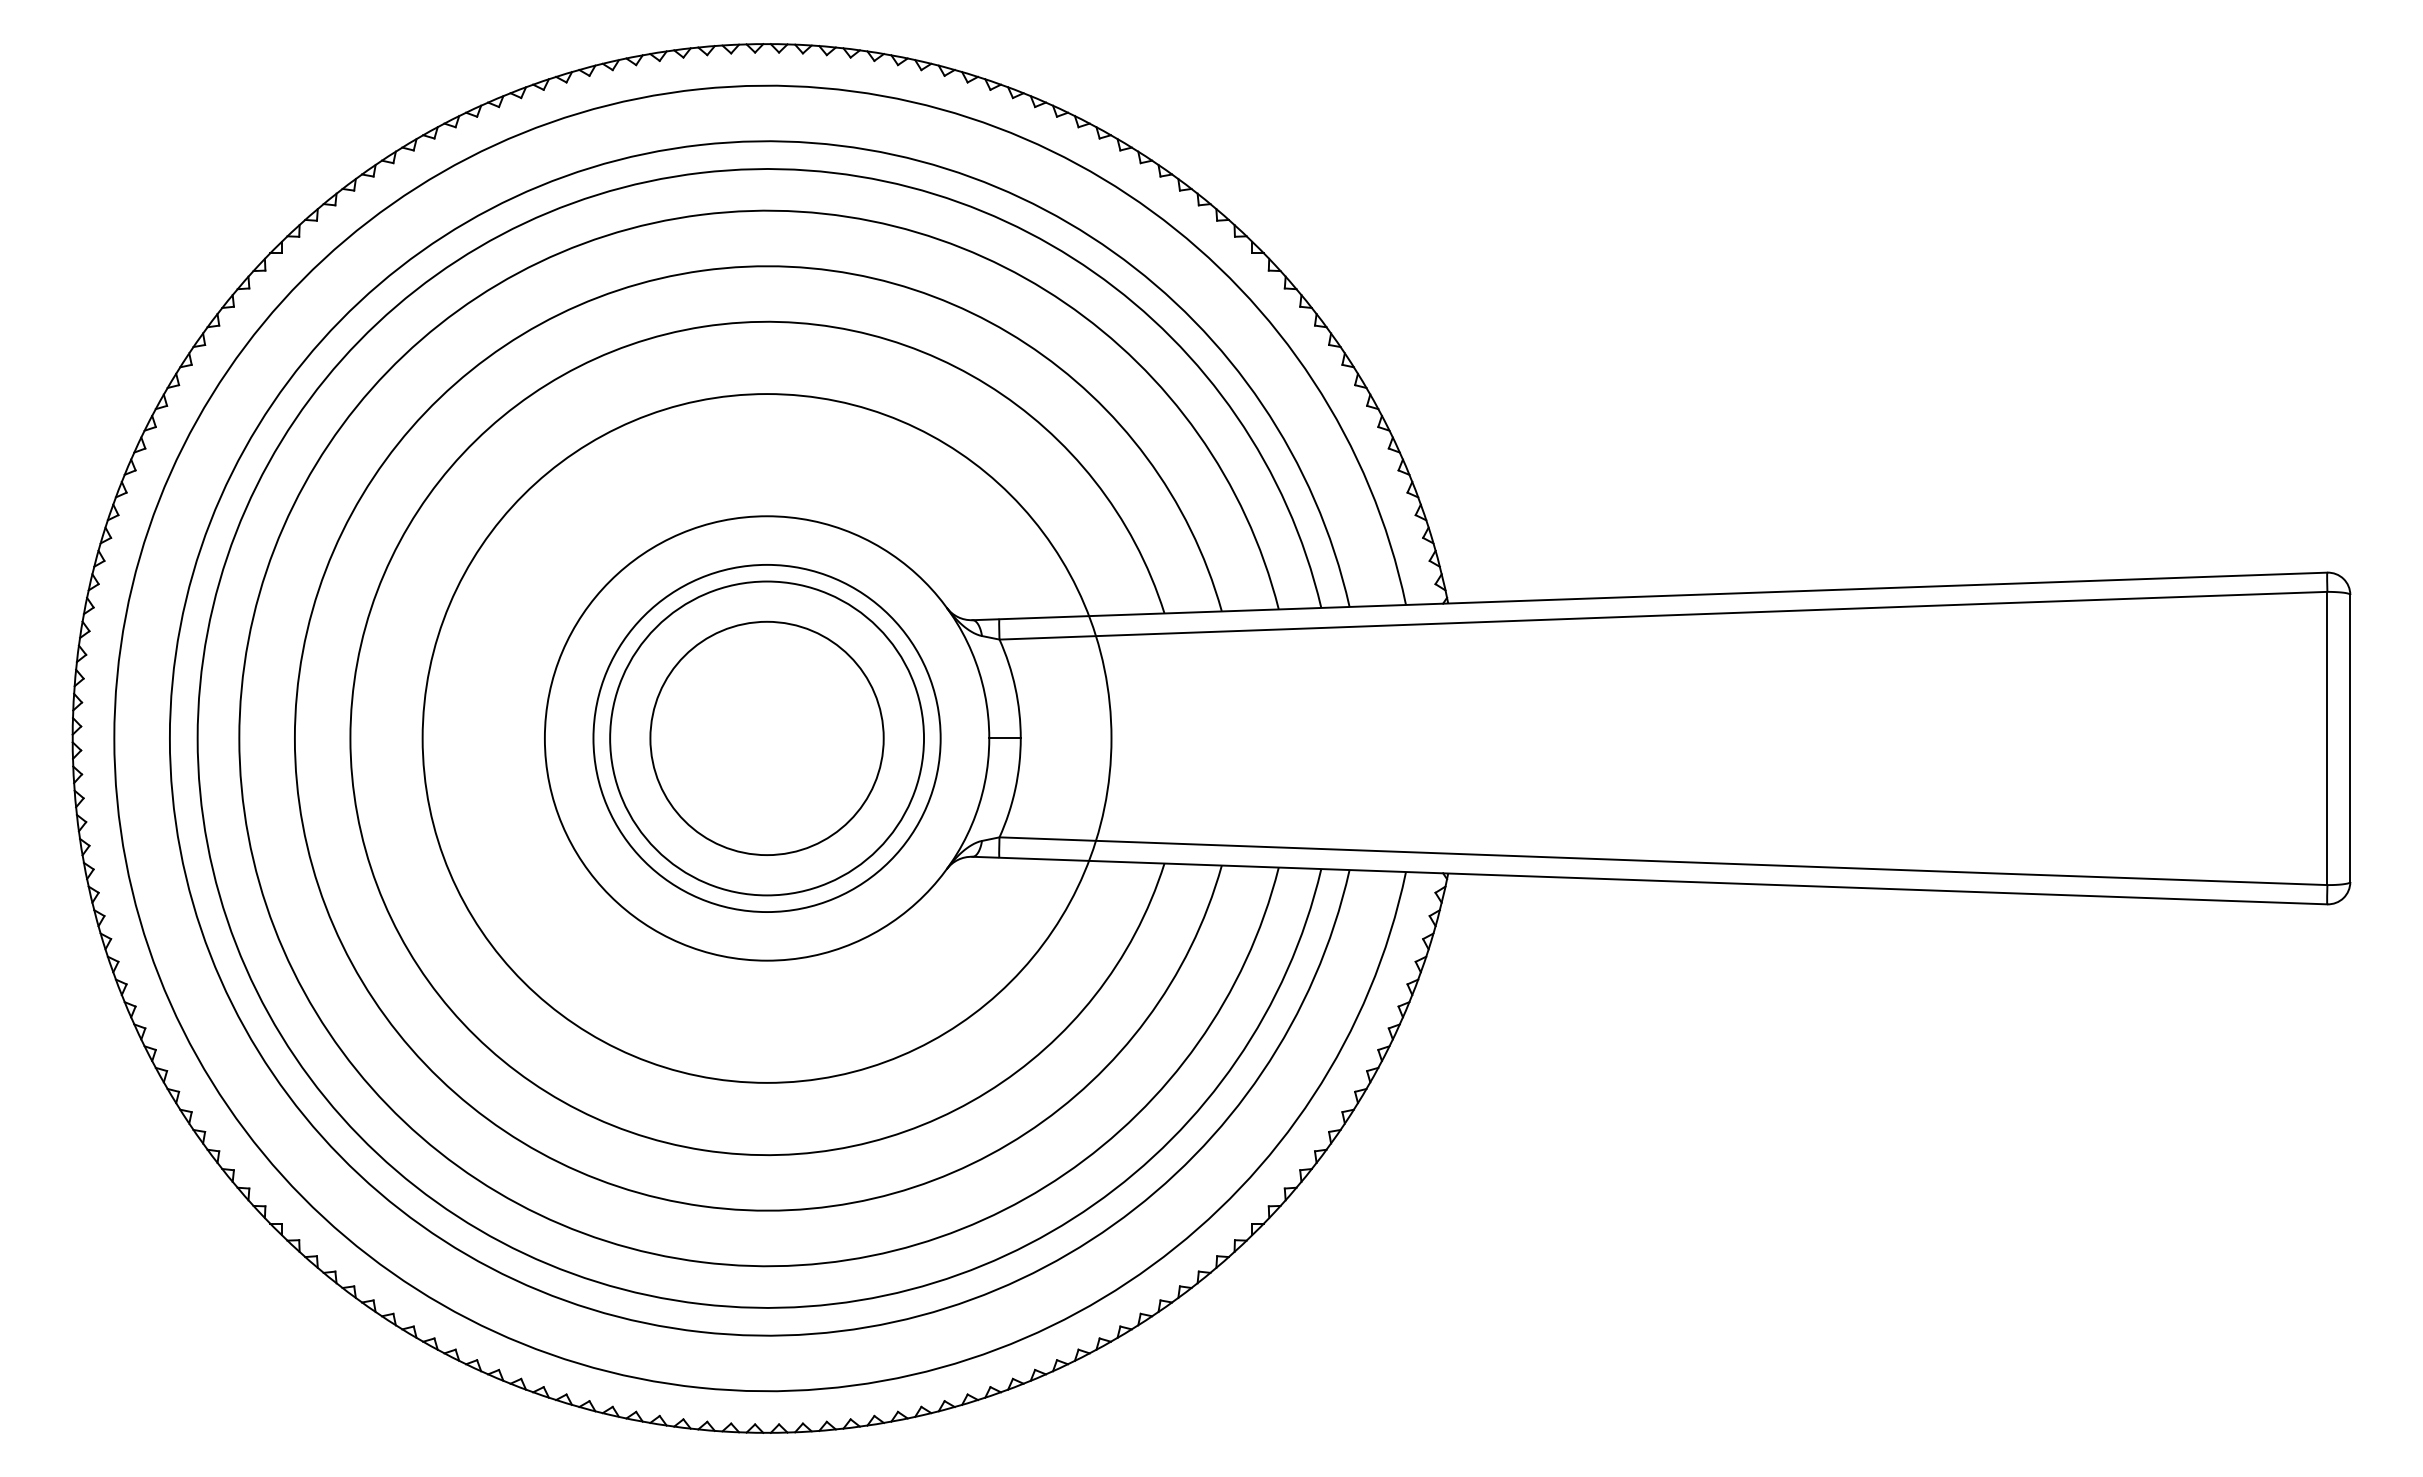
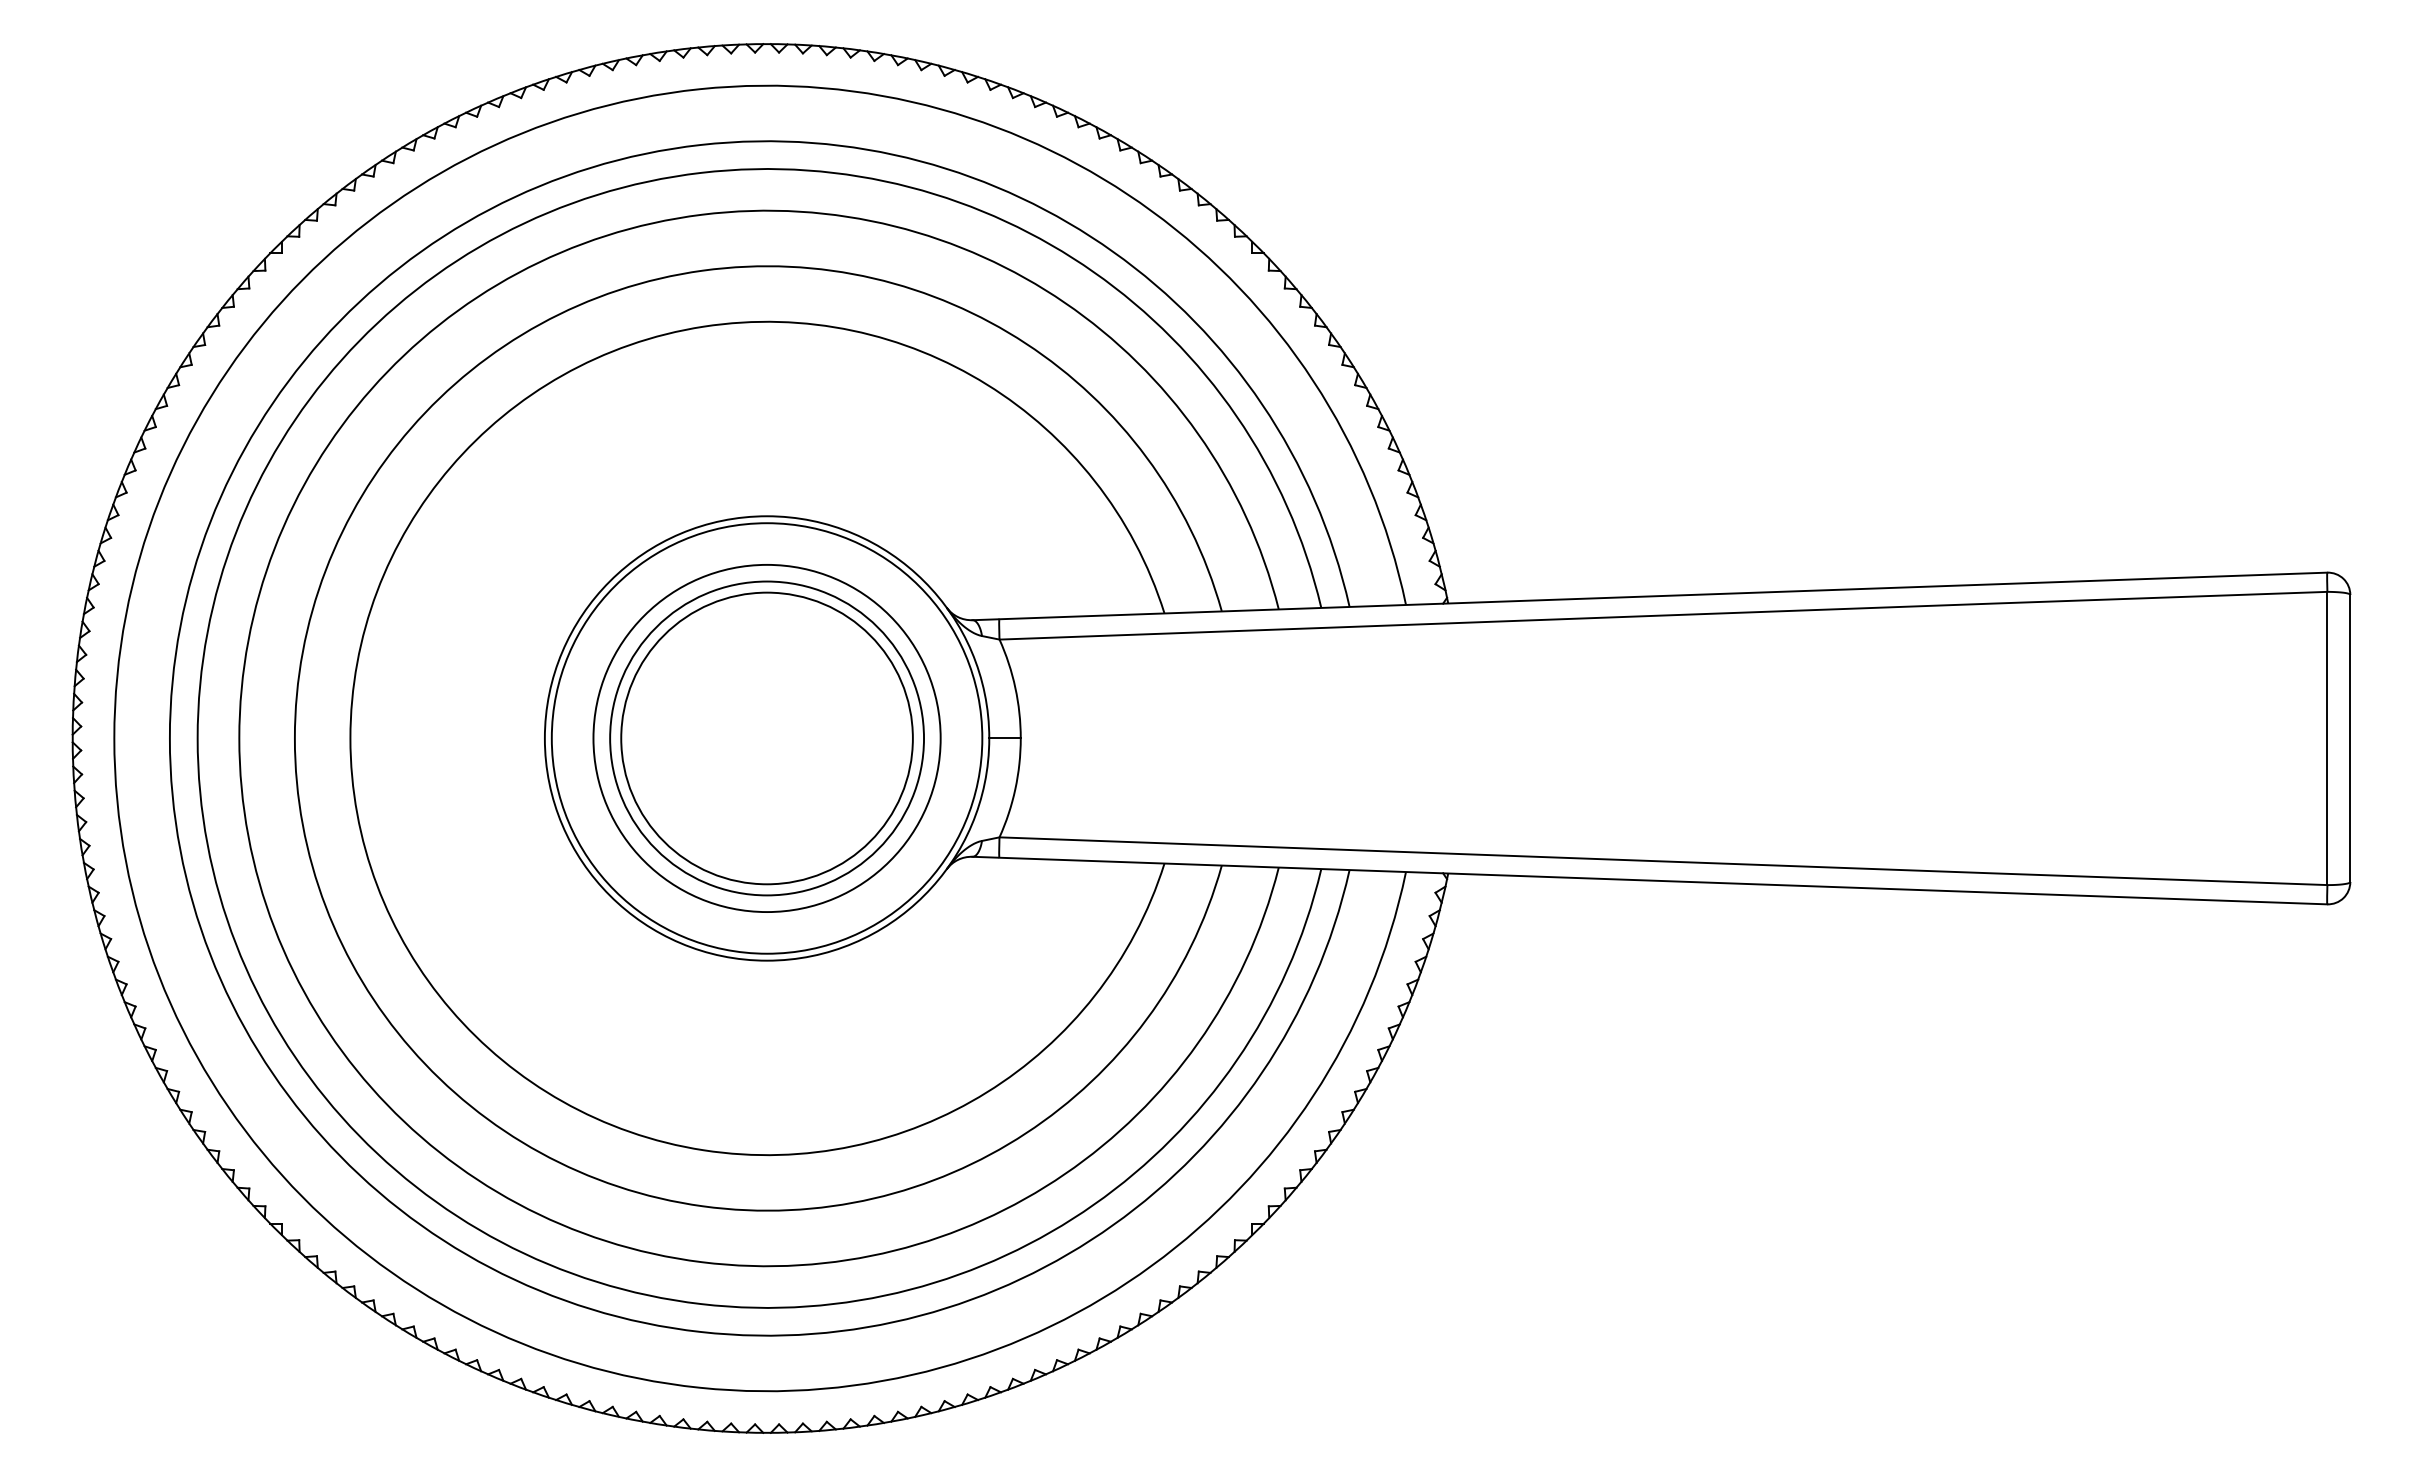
circle at (766, 738) diameter: 233 px -> 292 px
circle at (766, 738) diameter: 689 px -> 431 px
